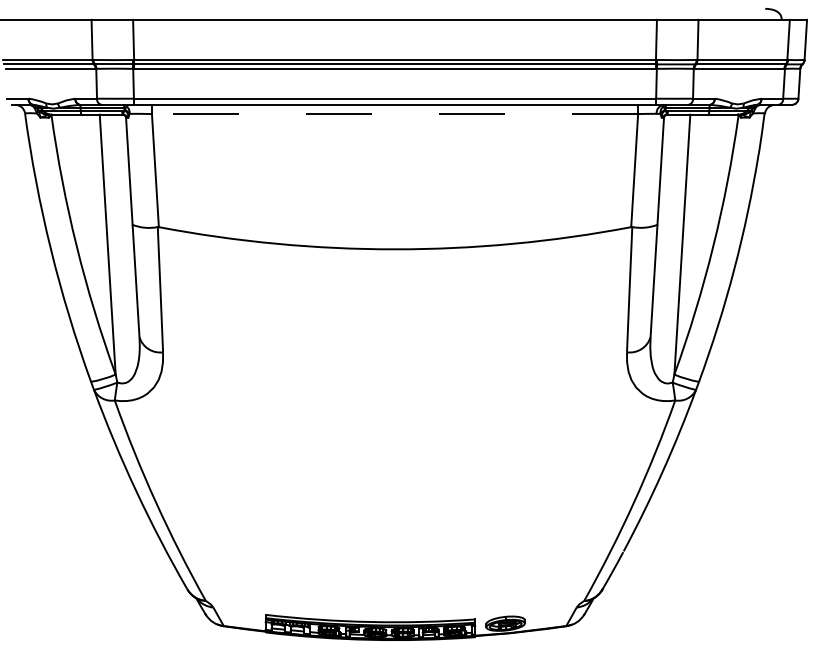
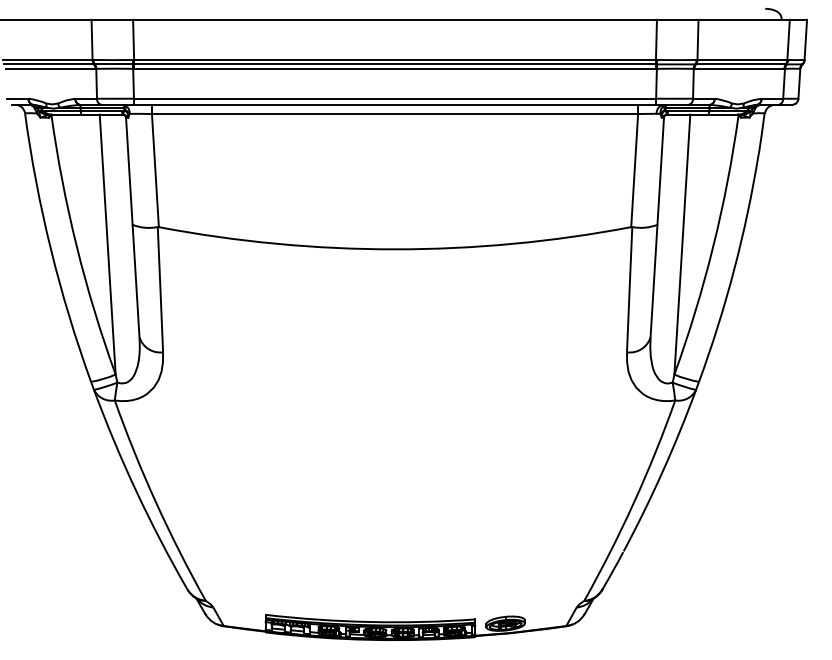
line at (394, 114): dashed -> solid
